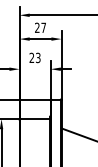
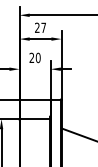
text at (37, 57): 23 -> 20
